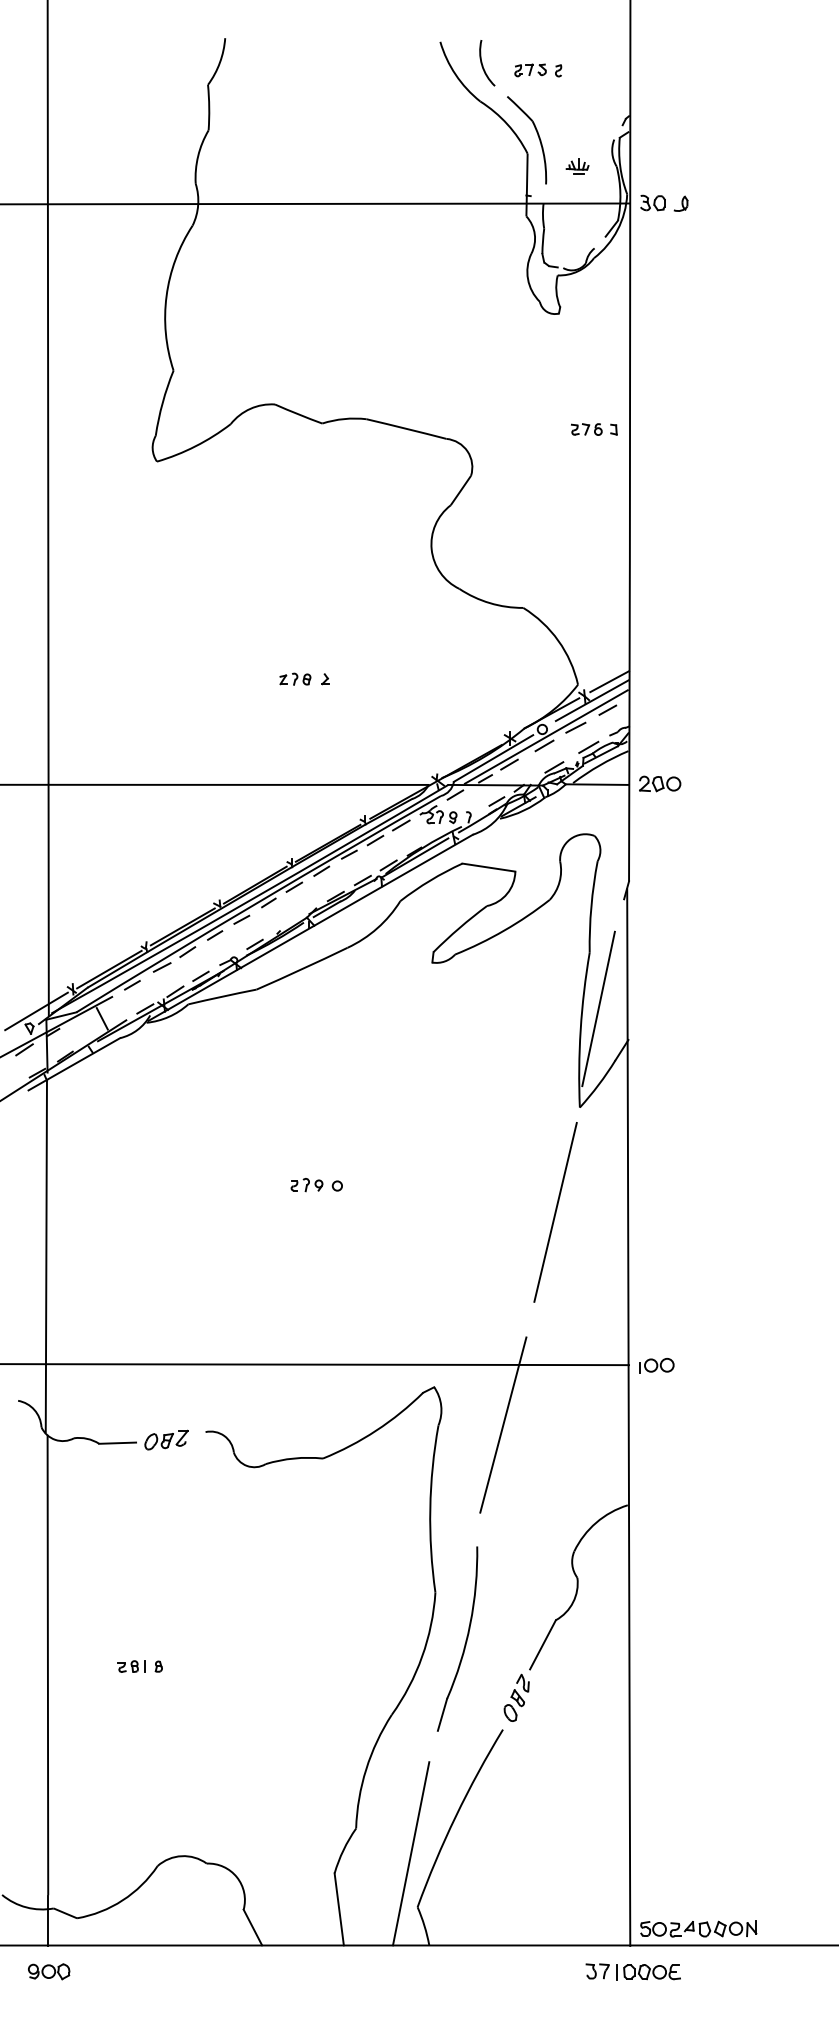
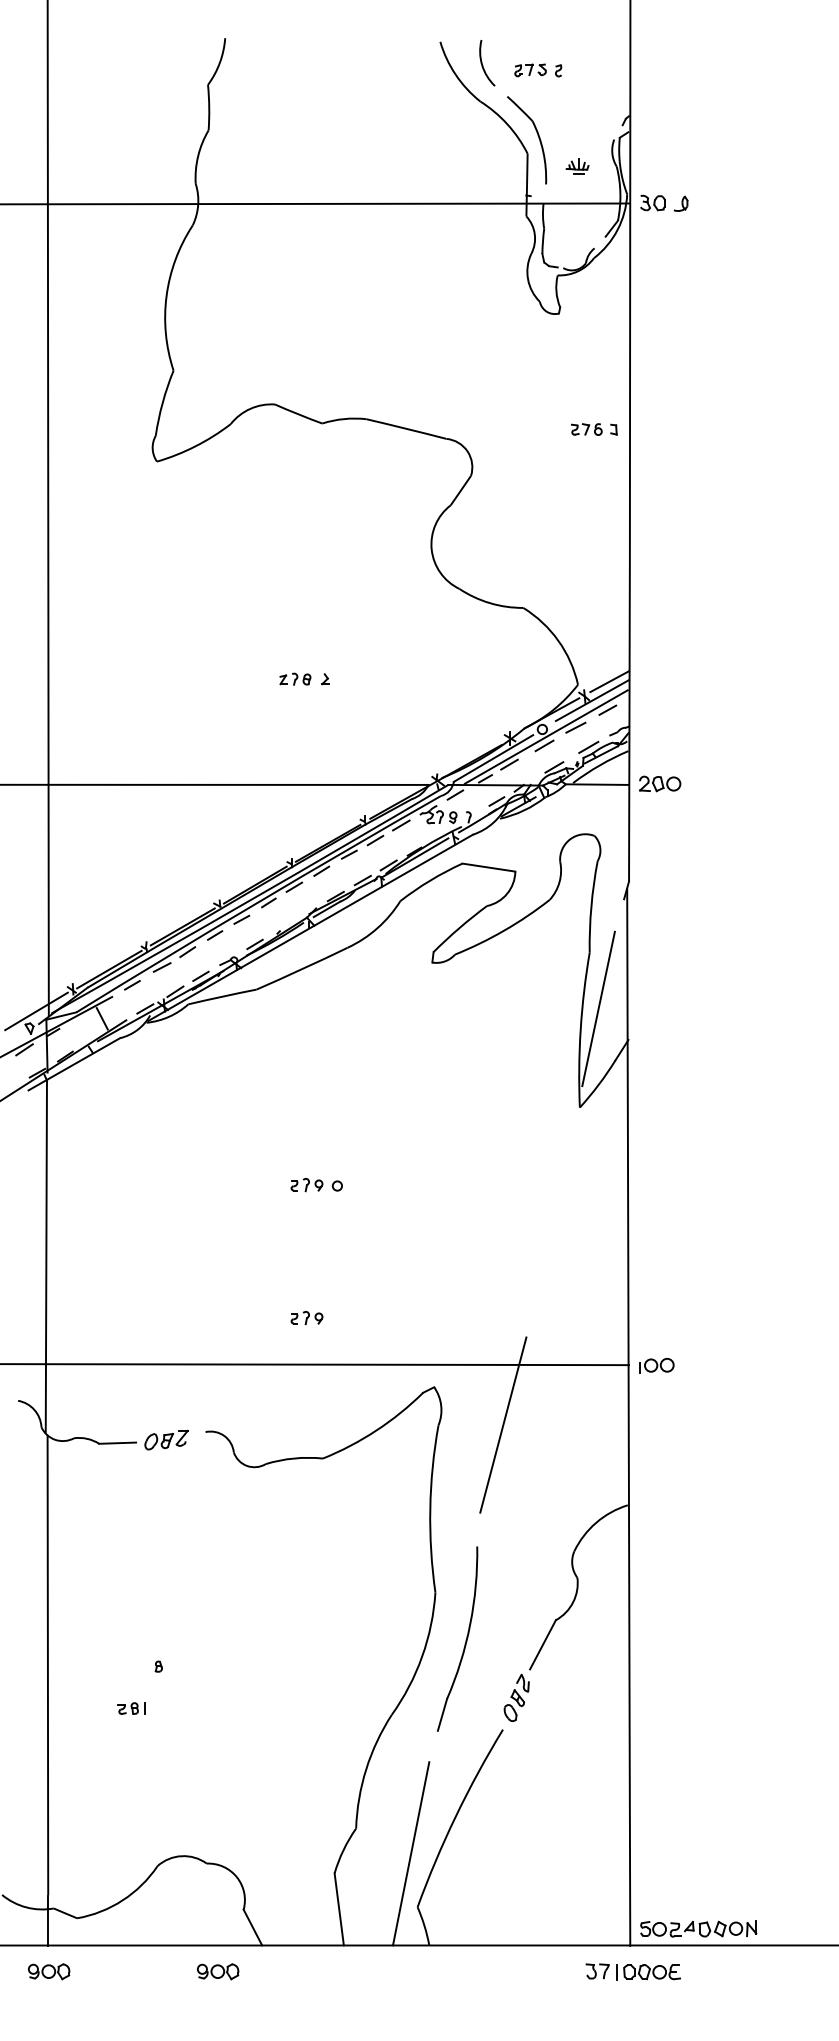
line at (555, 1211): present -> none
part at (306, 1318): none -> present
part at (131, 1666) position: (131, 1666) -> (131, 1708)
part at (218, 1971): none -> present
